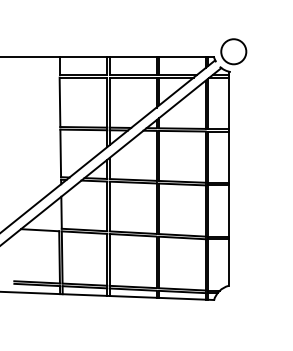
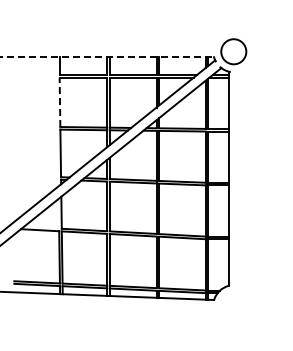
line at (107, 56): solid -> dashed
line at (60, 102): solid -> dashed
